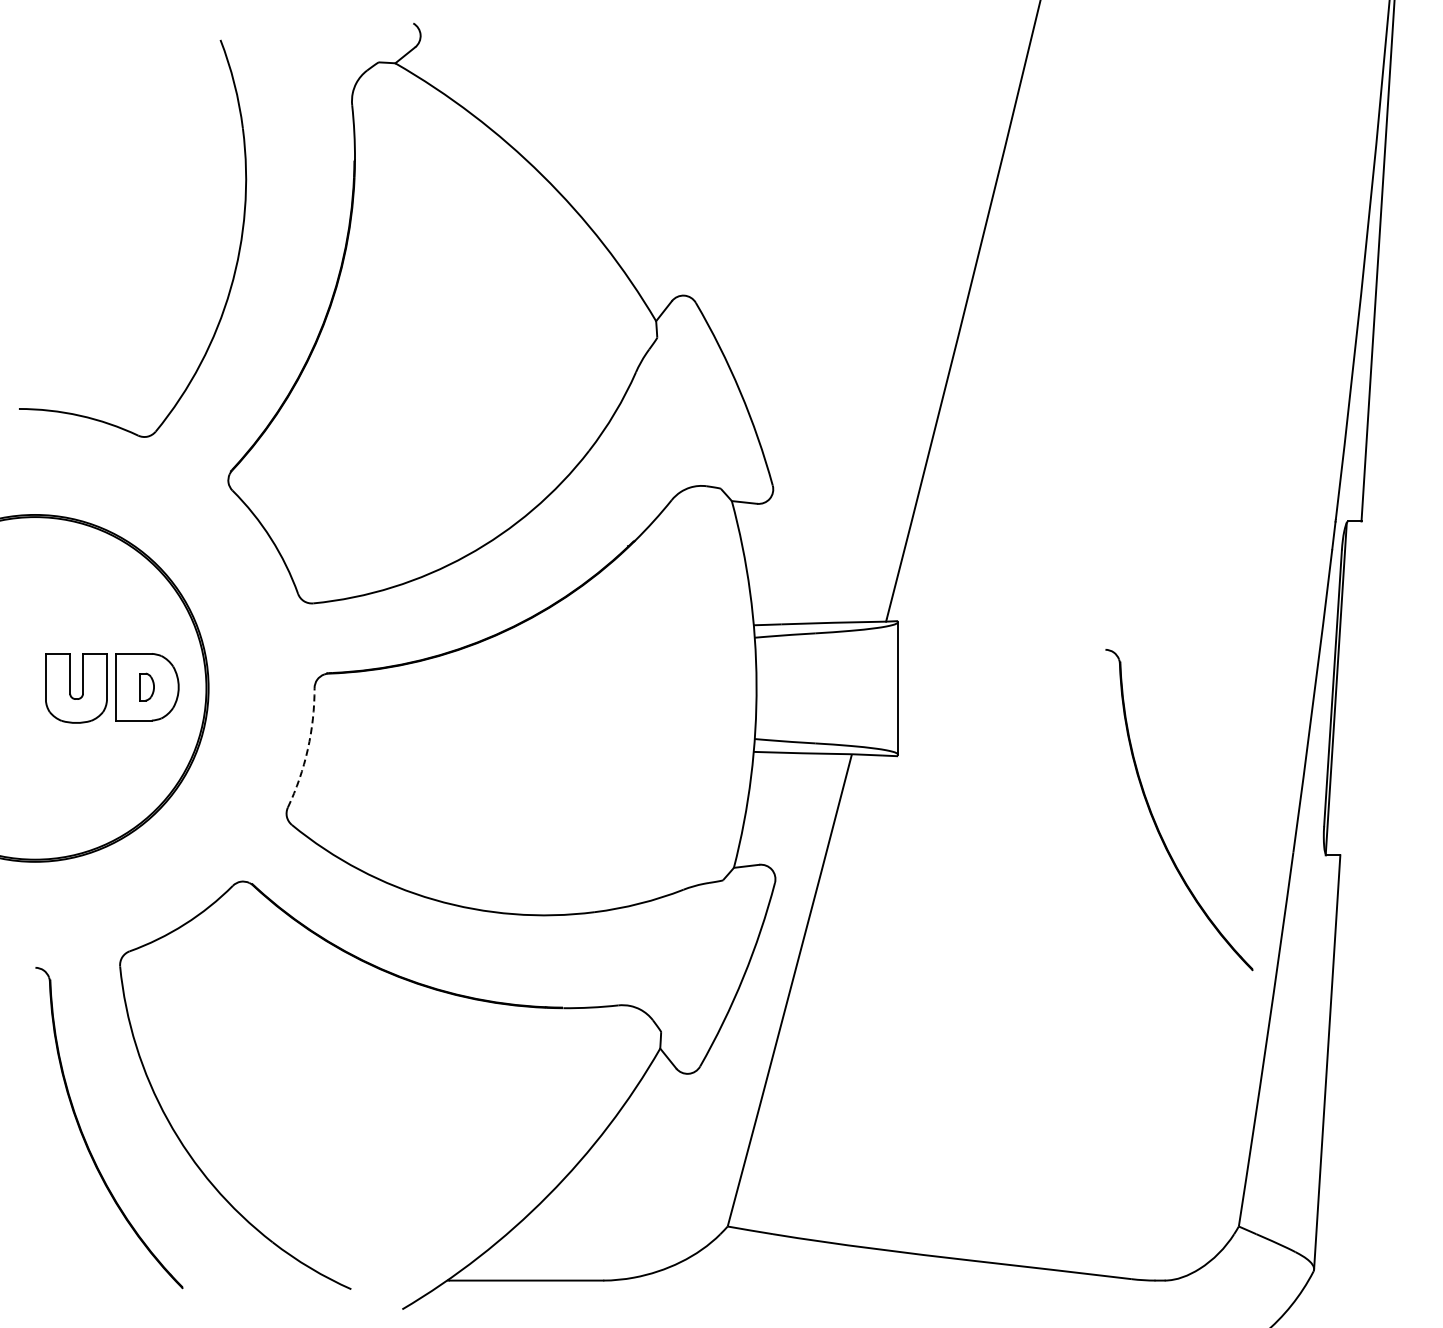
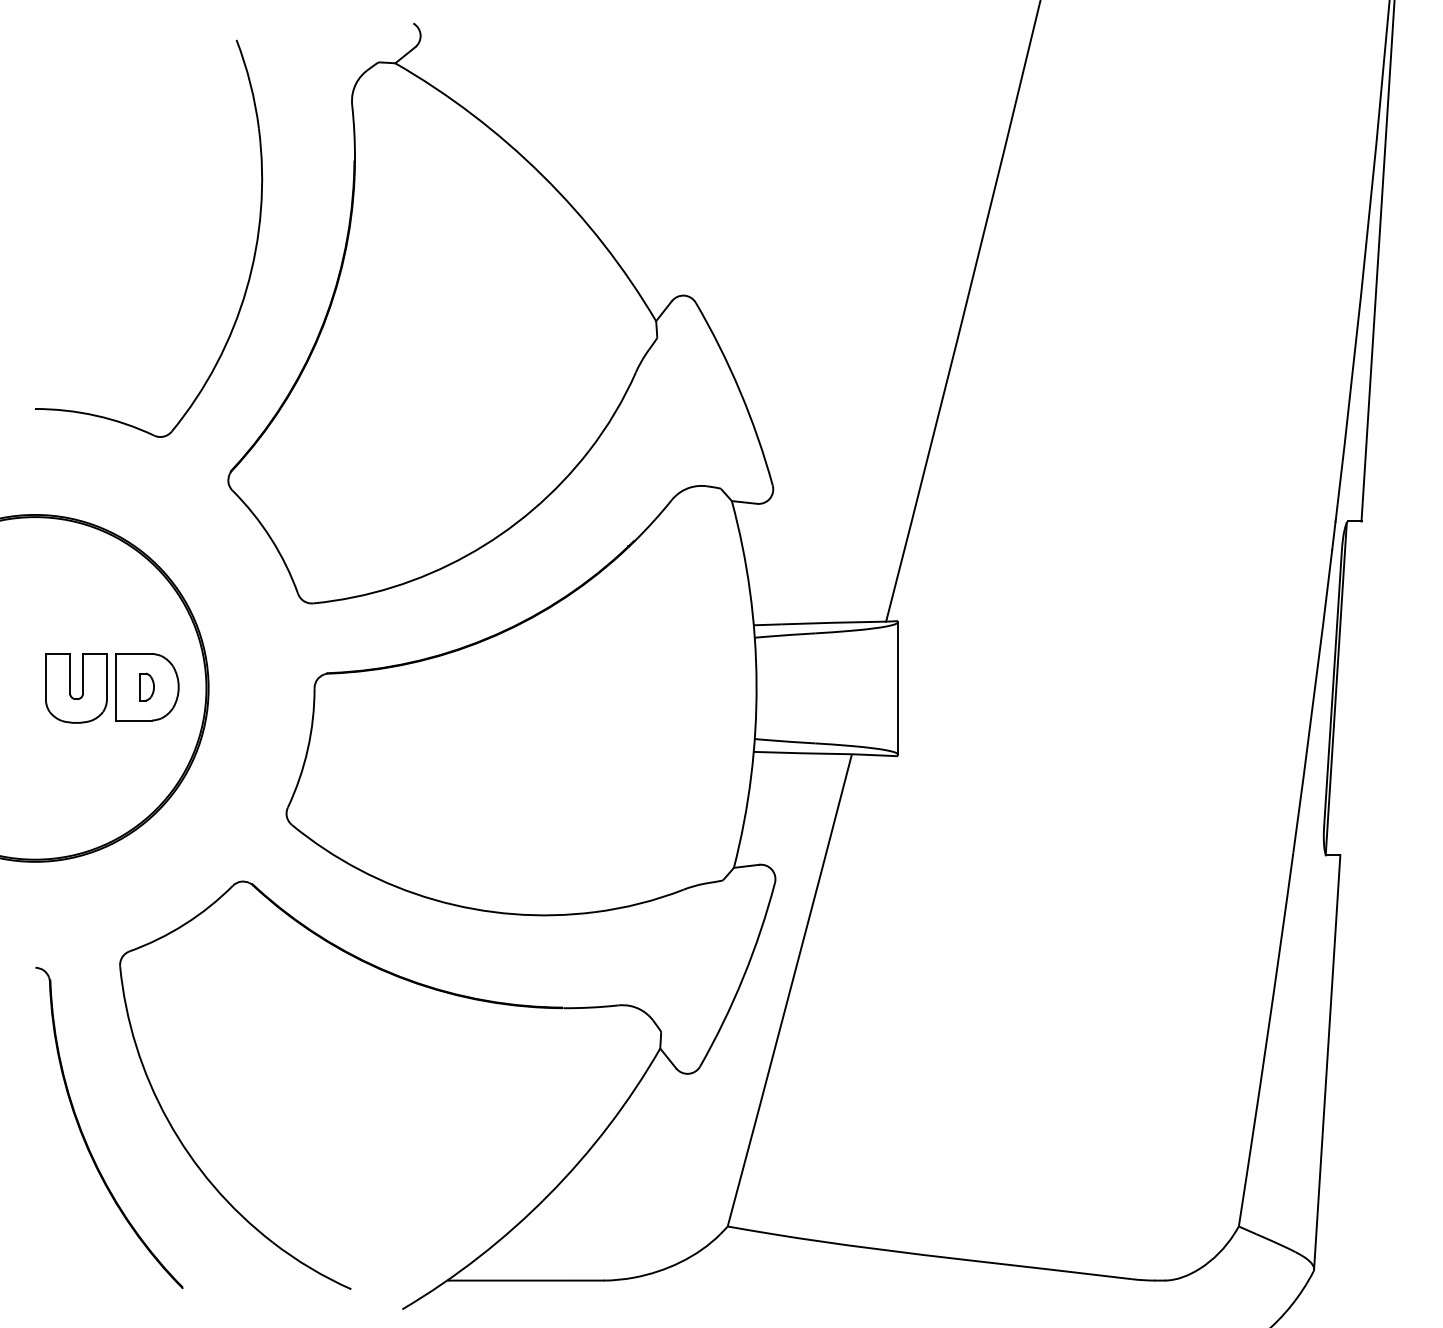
part at (235, 264) position: (235, 264) -> (251, 264)
arc at (307, 749): dashed -> solid
part at (1156, 822): present -> none
